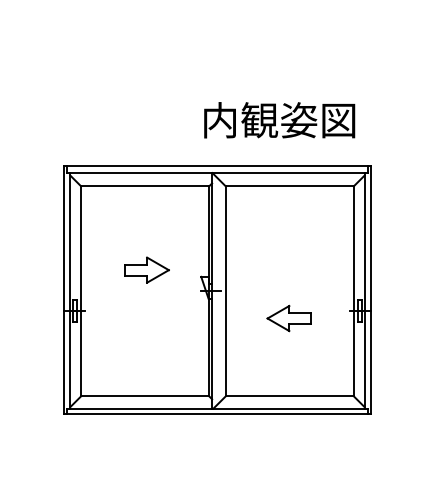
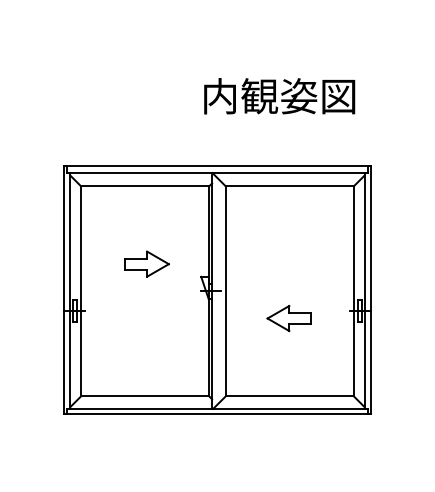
text at (279, 120) position: (279, 120) -> (279, 96)
part at (146, 269) position: (146, 269) -> (146, 263)
